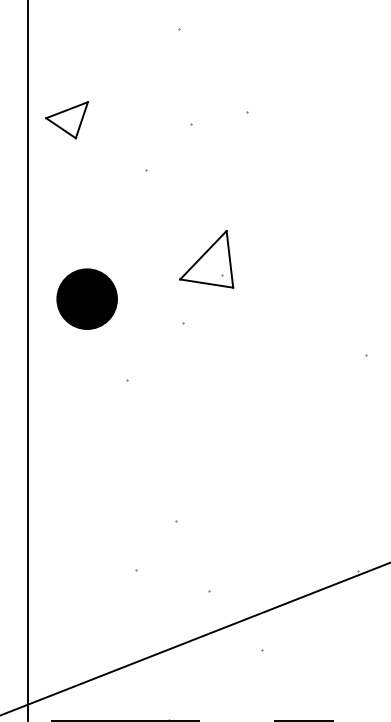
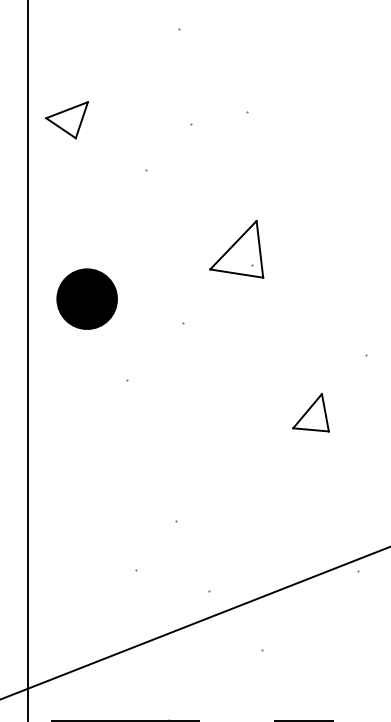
part at (206, 259) position: (206, 259) -> (236, 249)
part at (310, 412): none -> present
line at (194, 638) position: (194, 638) -> (194, 622)
